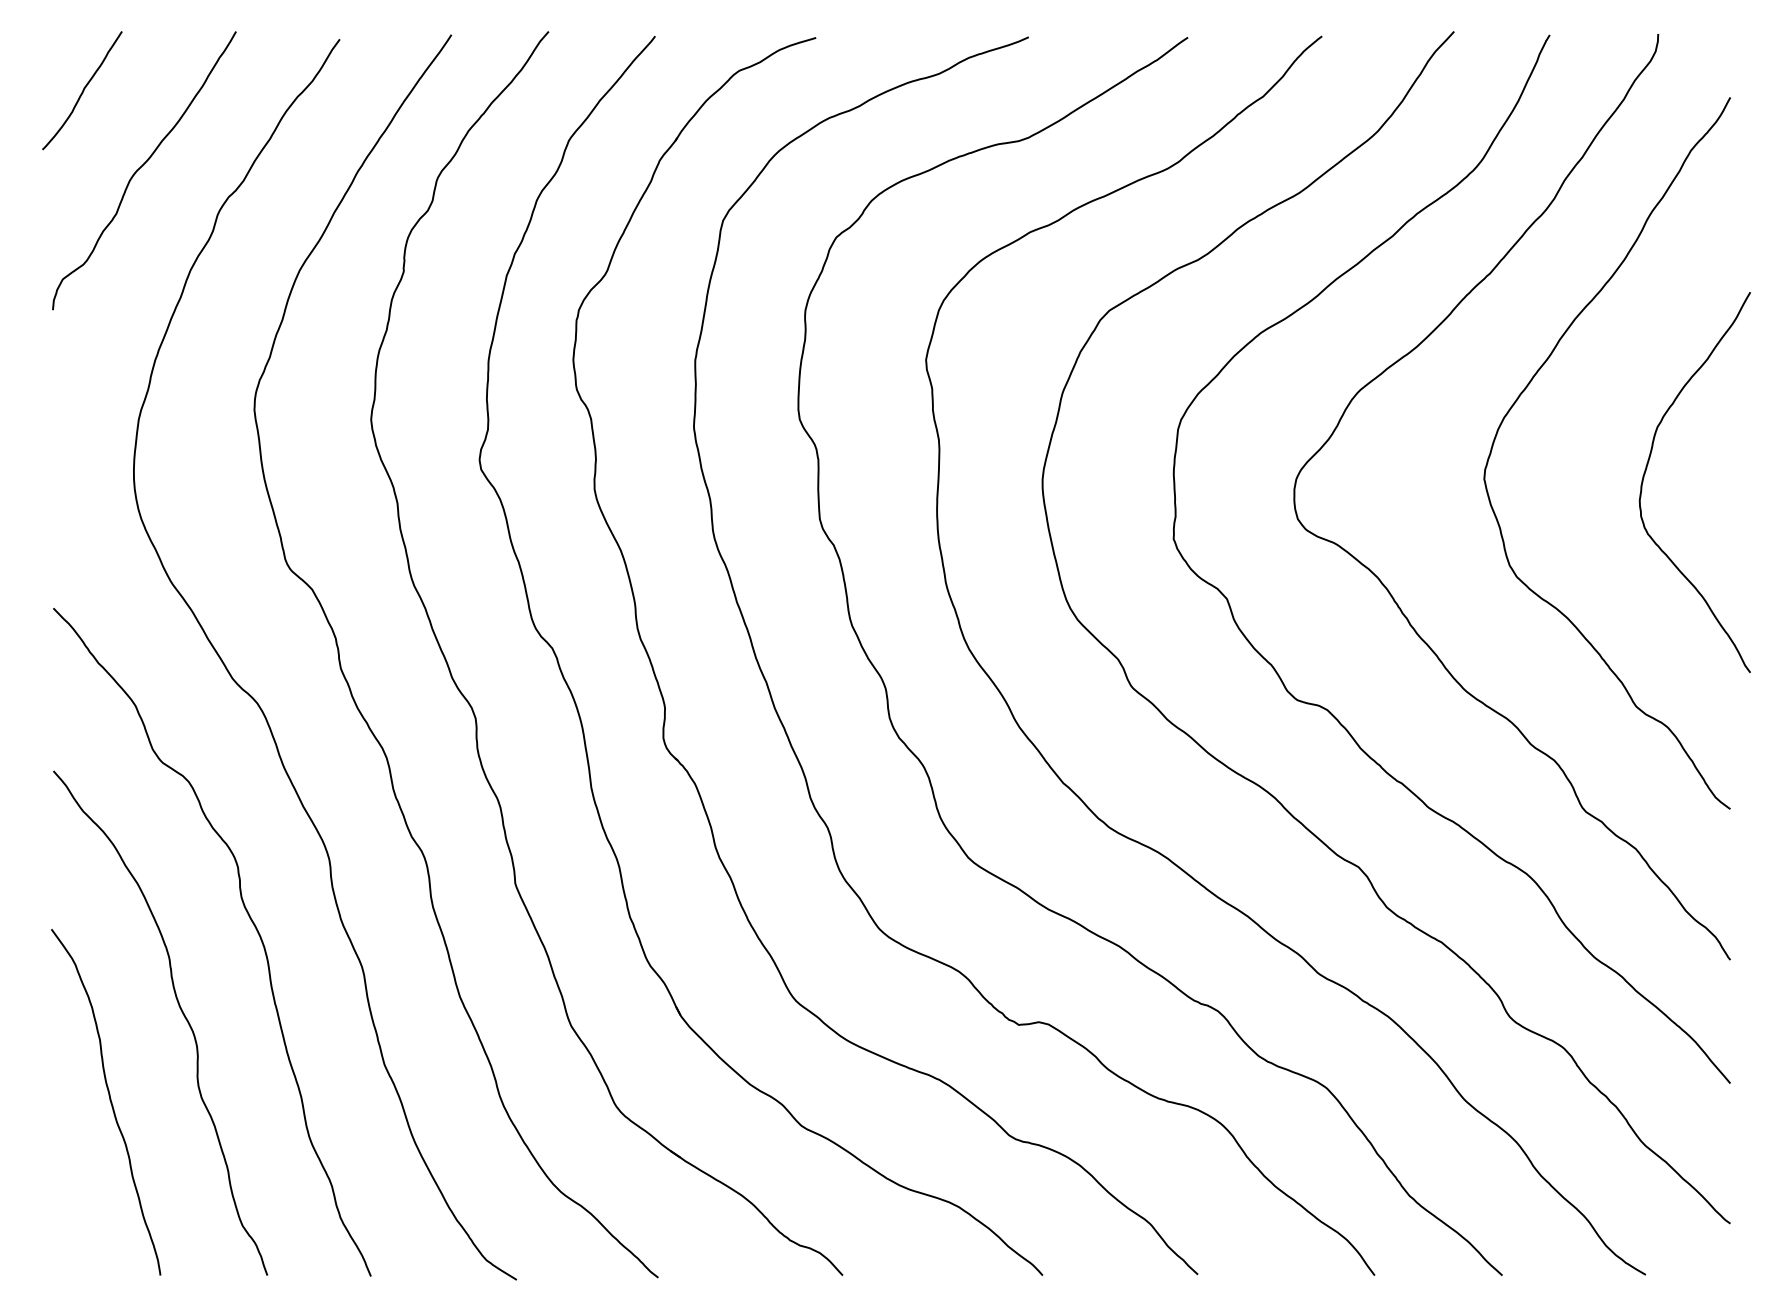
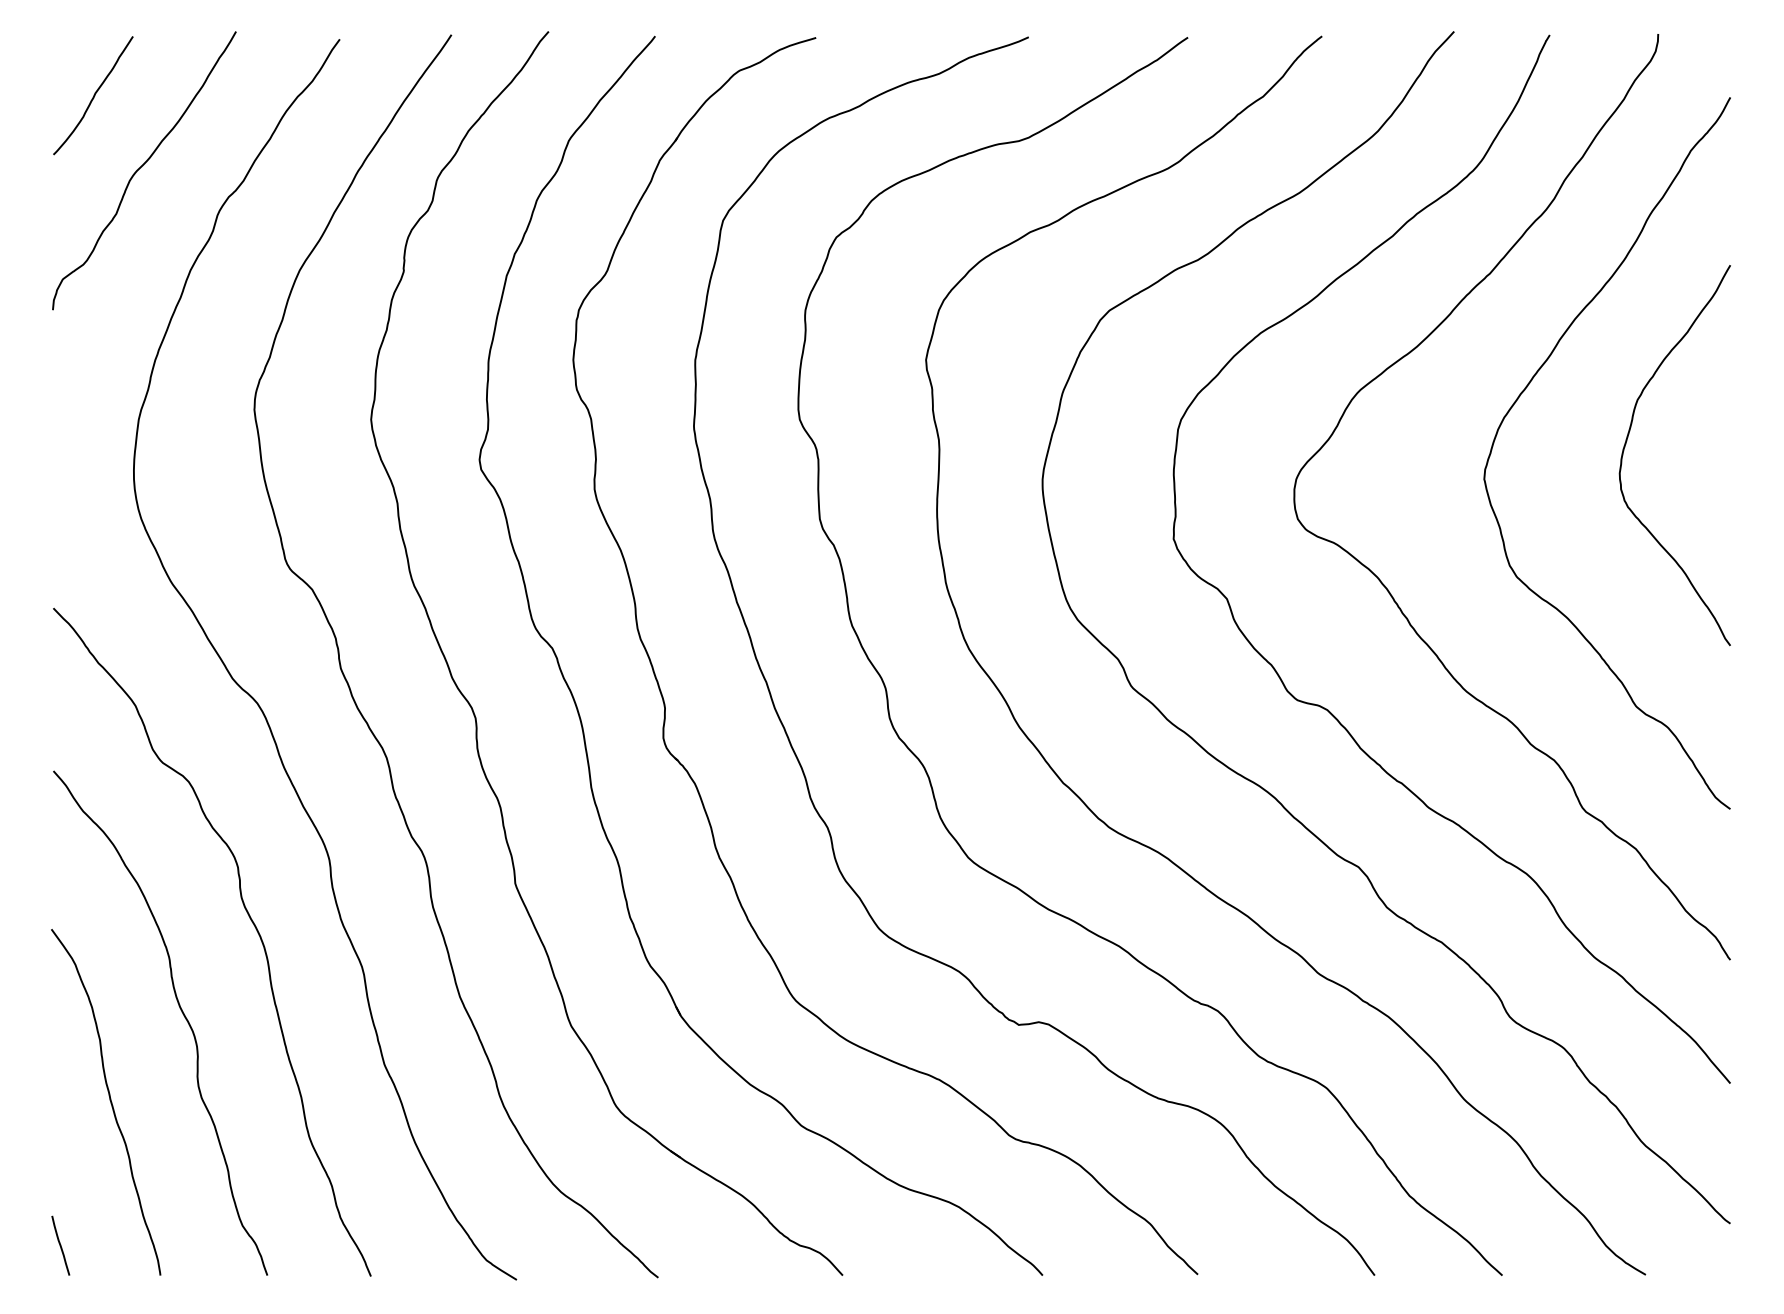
curve at (82, 90) position: (82, 90) -> (93, 95)
curve at (1647, 468) position: (1647, 468) -> (1627, 441)
line at (60, 1245): none -> present
